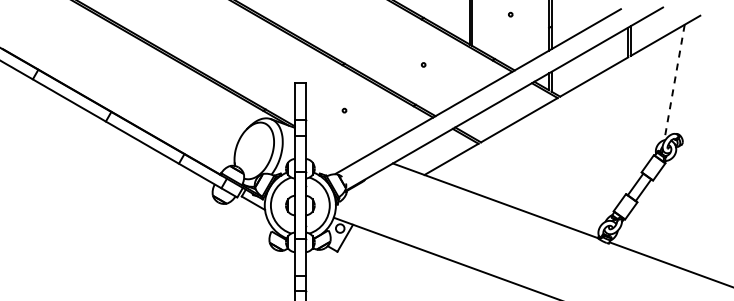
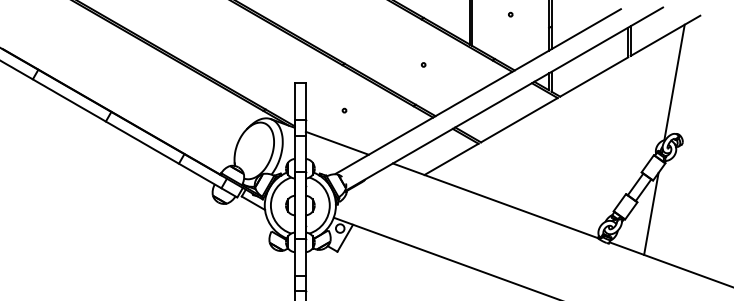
line at (674, 82): dashed -> solid
line at (336, 142): none -> present
line at (651, 213): none -> present
